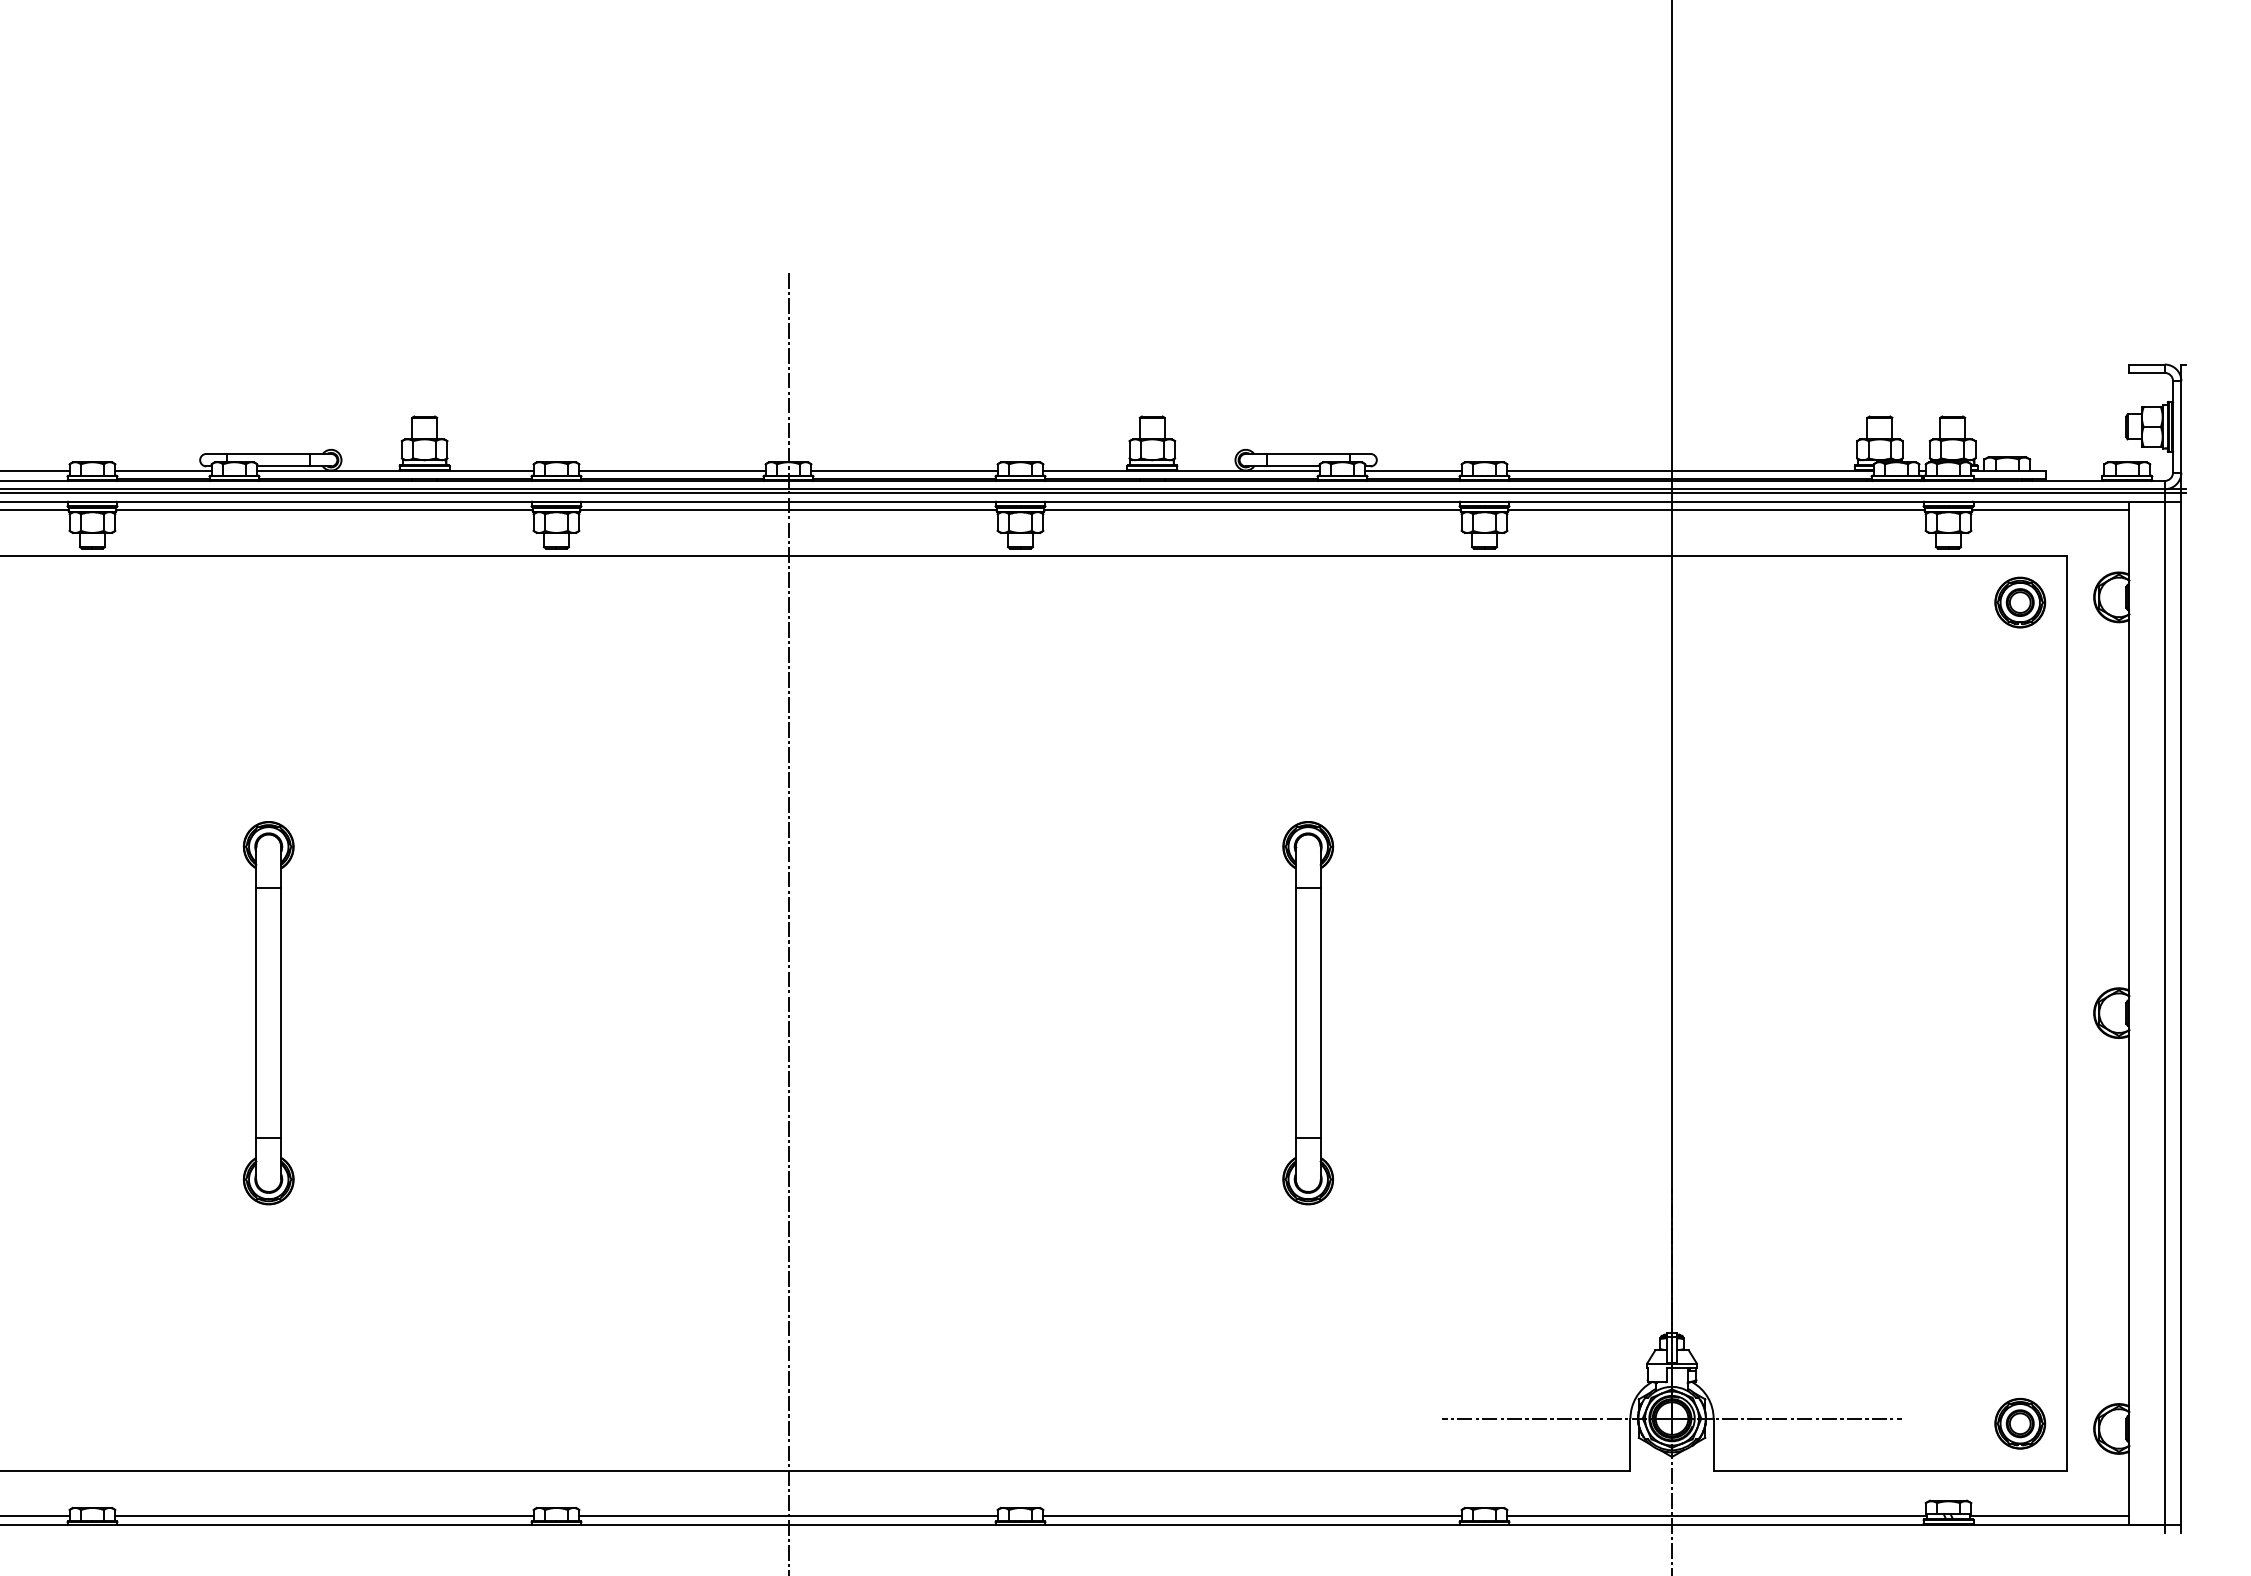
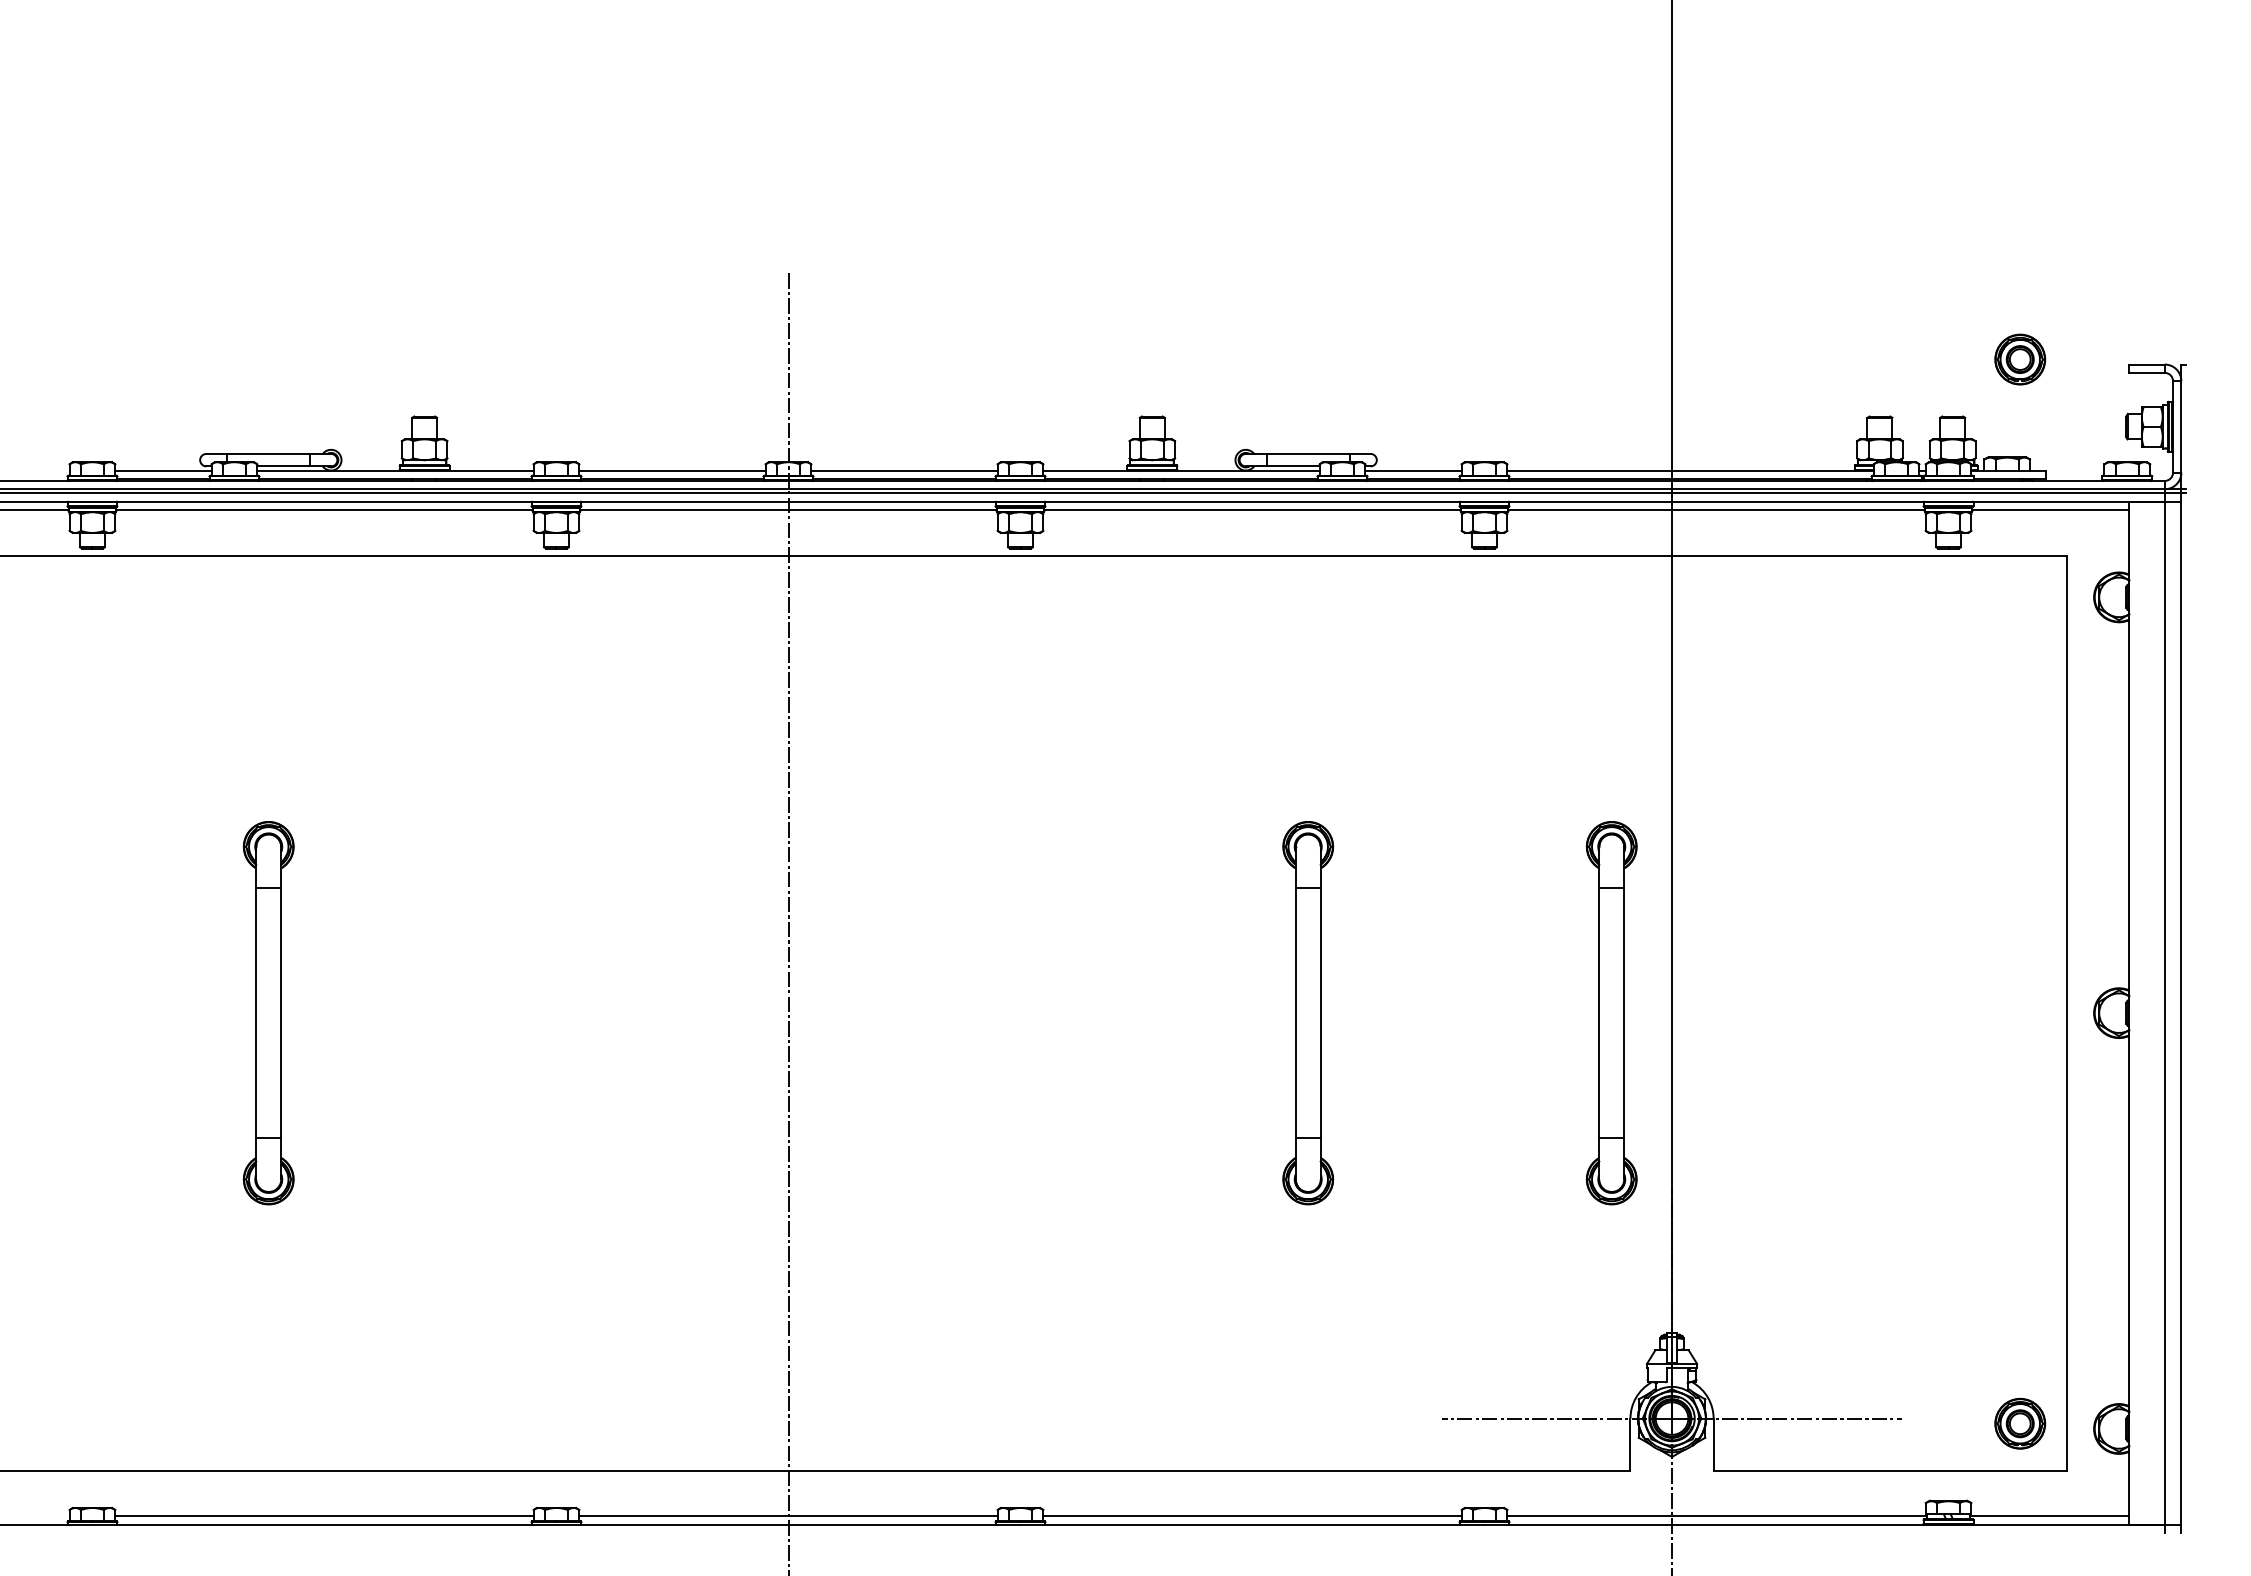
line at (35, 470): present -> none
part at (2020, 602) position: (2020, 602) -> (2020, 359)
part at (1611, 1013): none -> present
line at (35, 1516): present -> none
